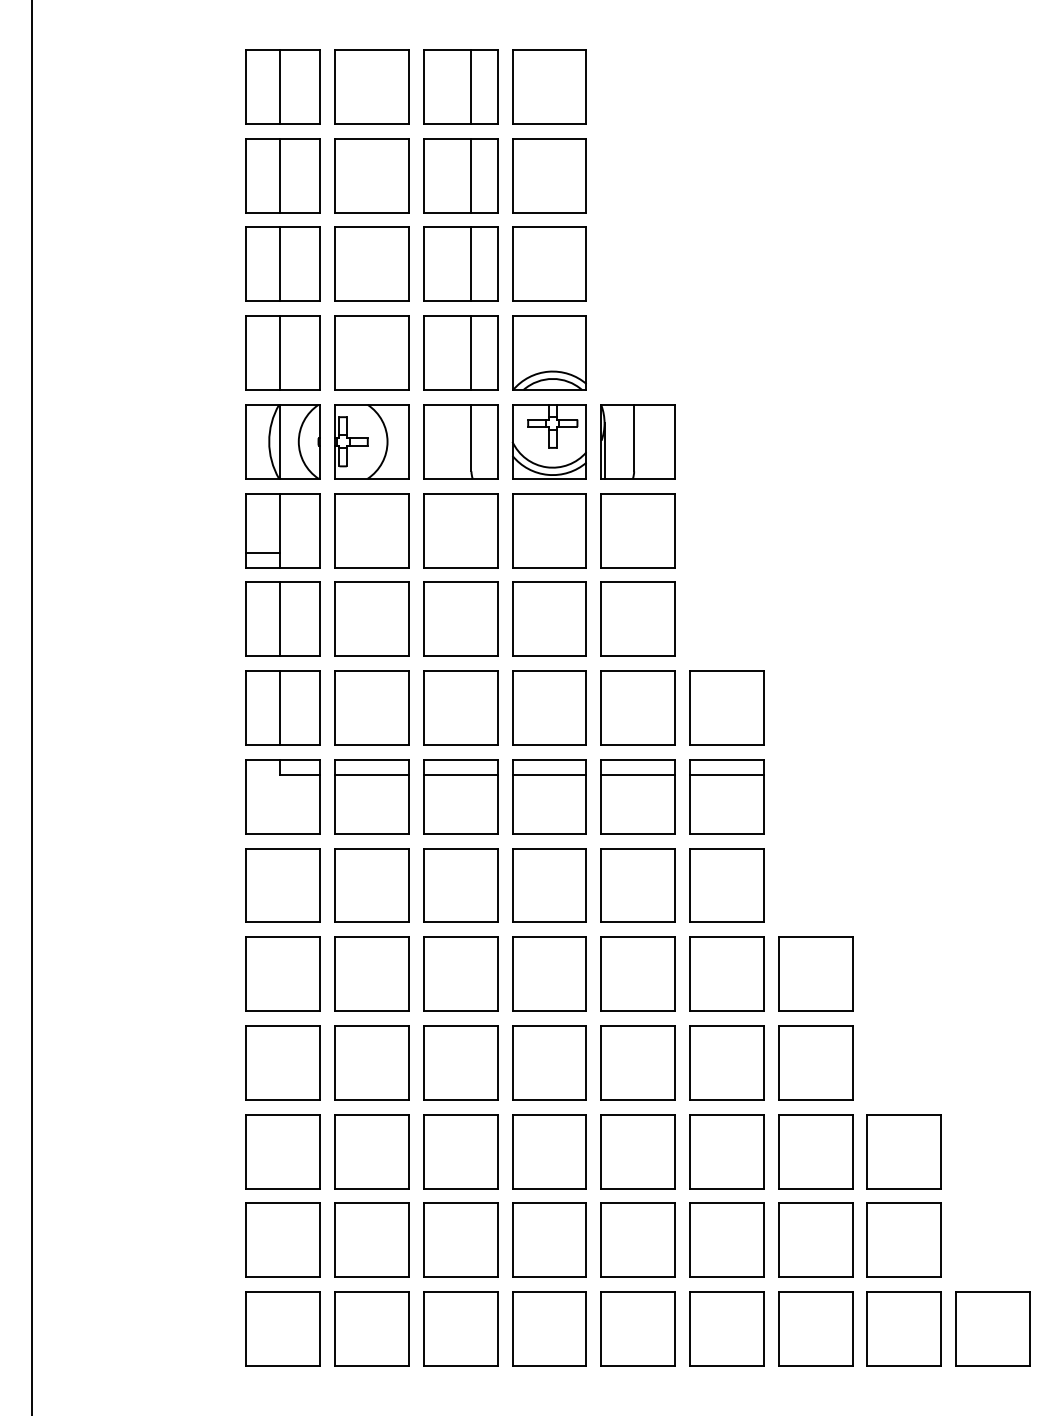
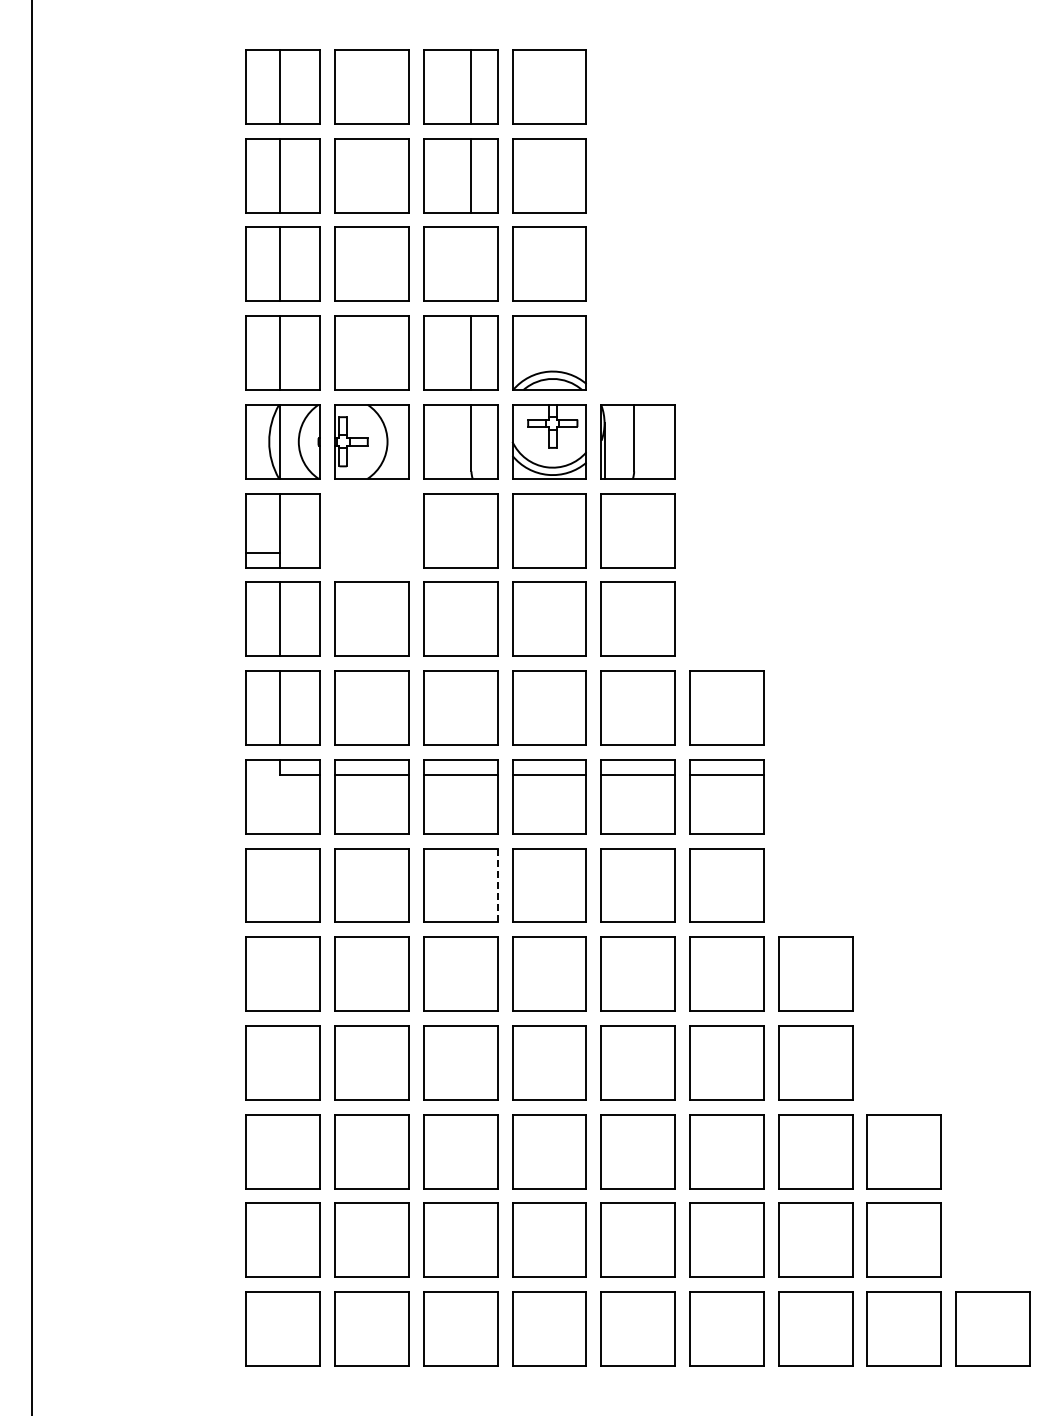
line at (471, 264): present -> none
part at (371, 530): present -> none
line at (497, 885): solid -> dashed
